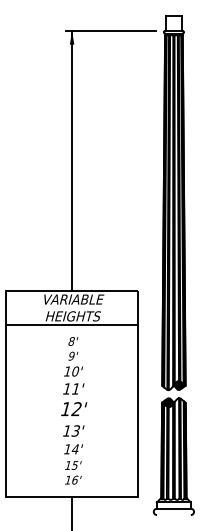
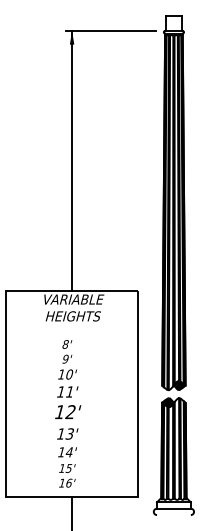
line at (71, 324): present -> none
text at (74, 410) position: (74, 410) -> (68, 413)
